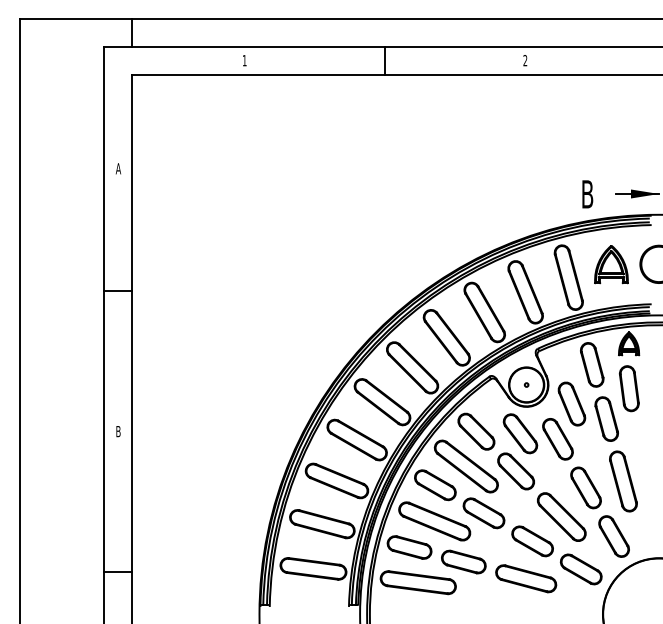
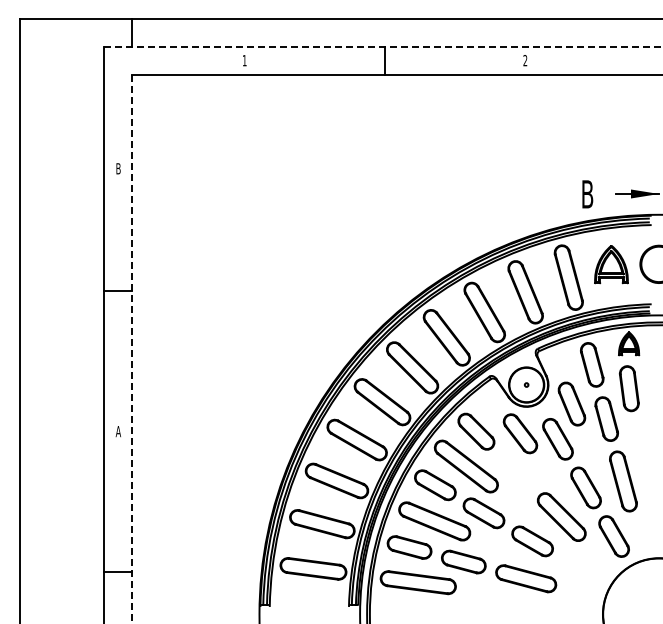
line at (383, 46): solid -> dashed
text at (118, 168): A -> B
line at (132, 349): solid -> dashed
text at (117, 431): B -> A
part at (515, 471): present -> none
part at (580, 569): present -> none
